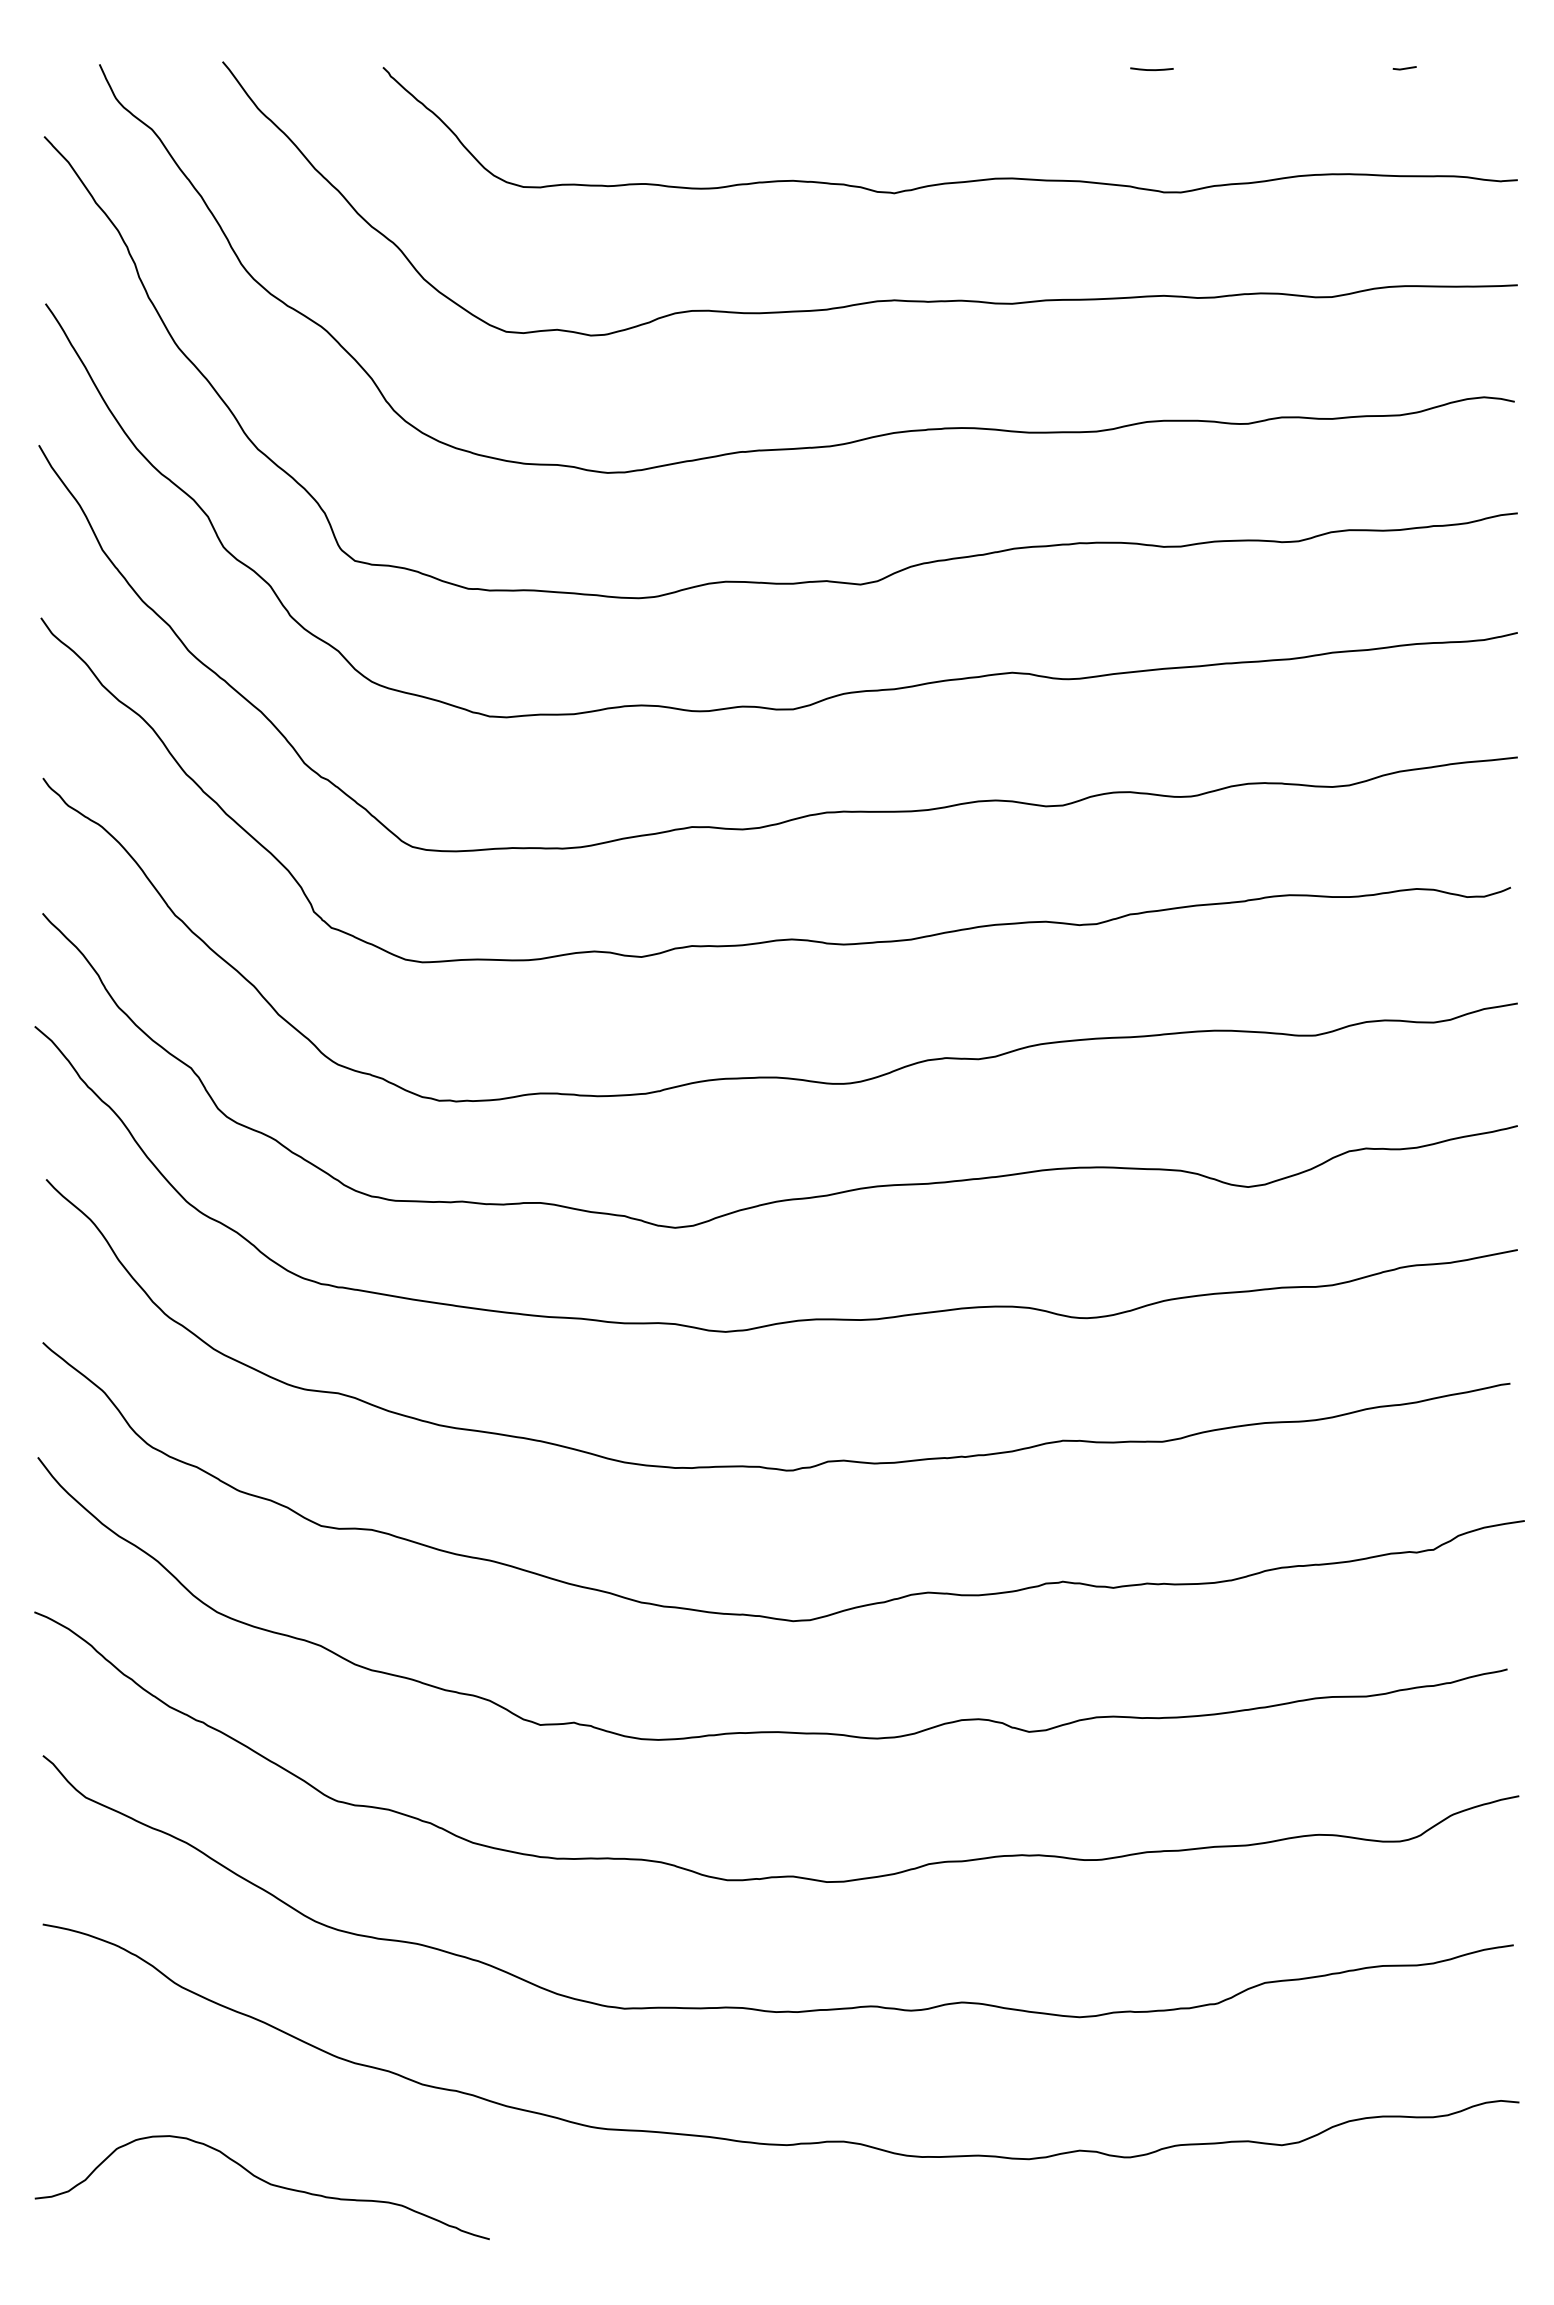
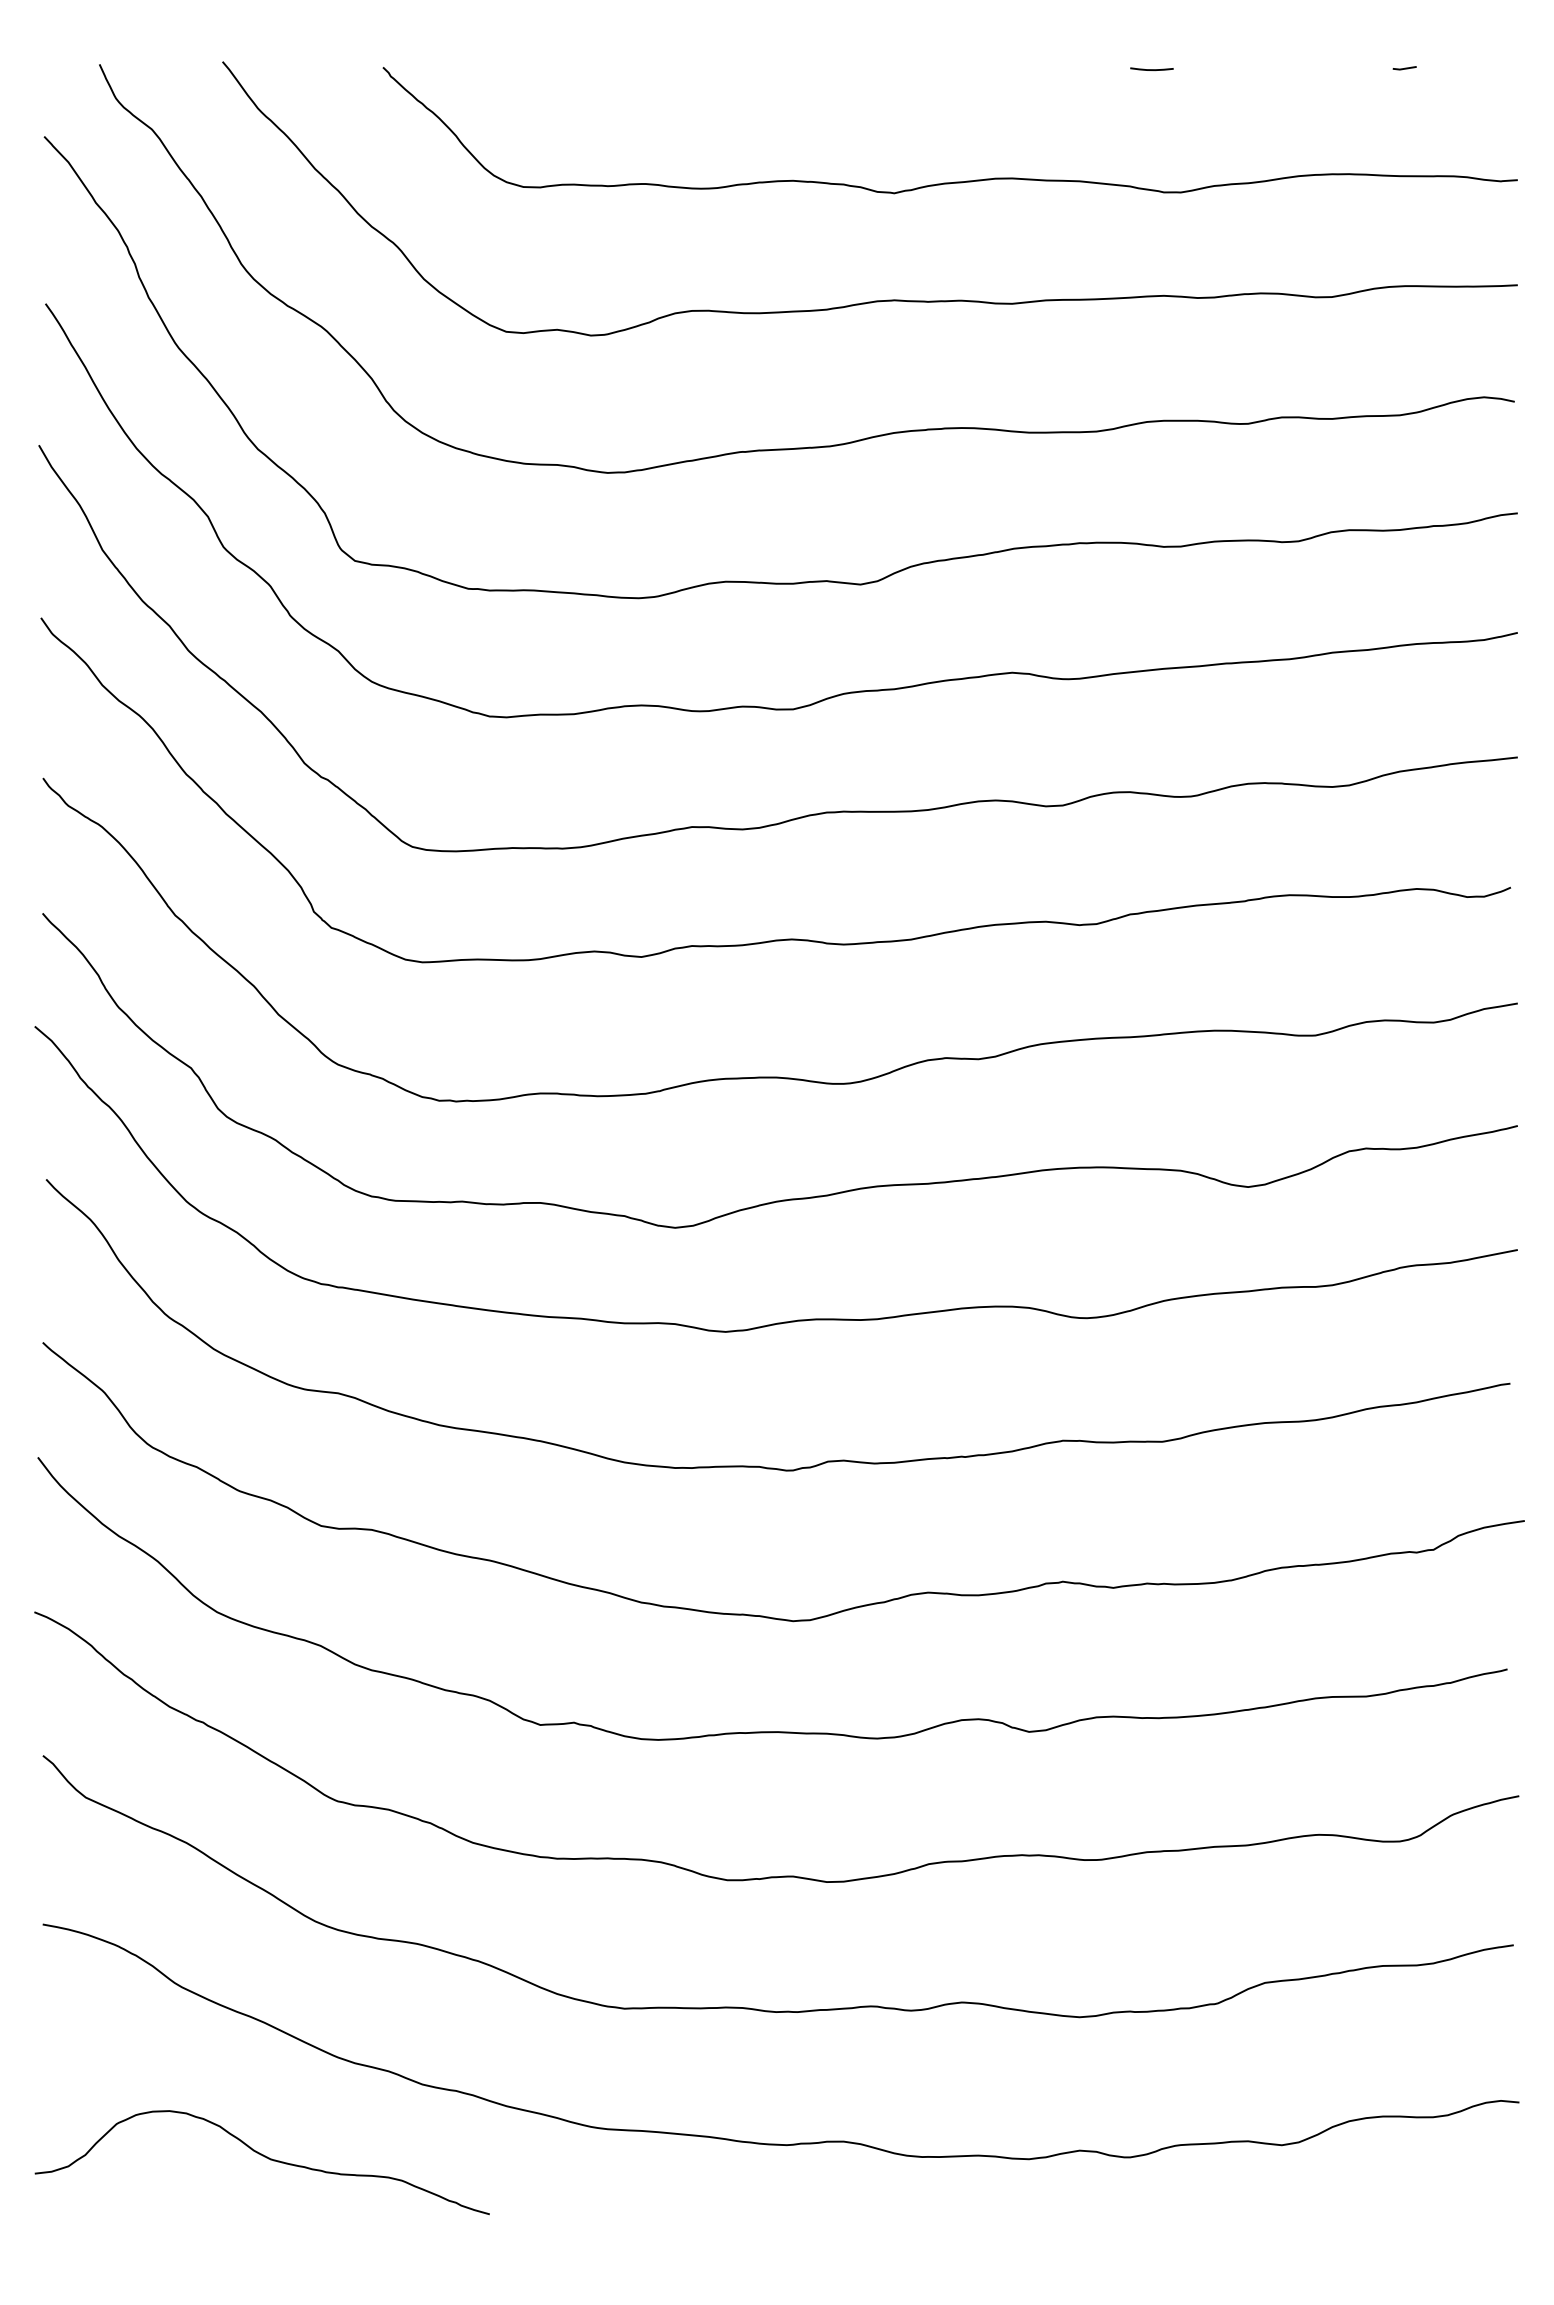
curve at (264, 2182) position: (264, 2182) -> (264, 2157)
